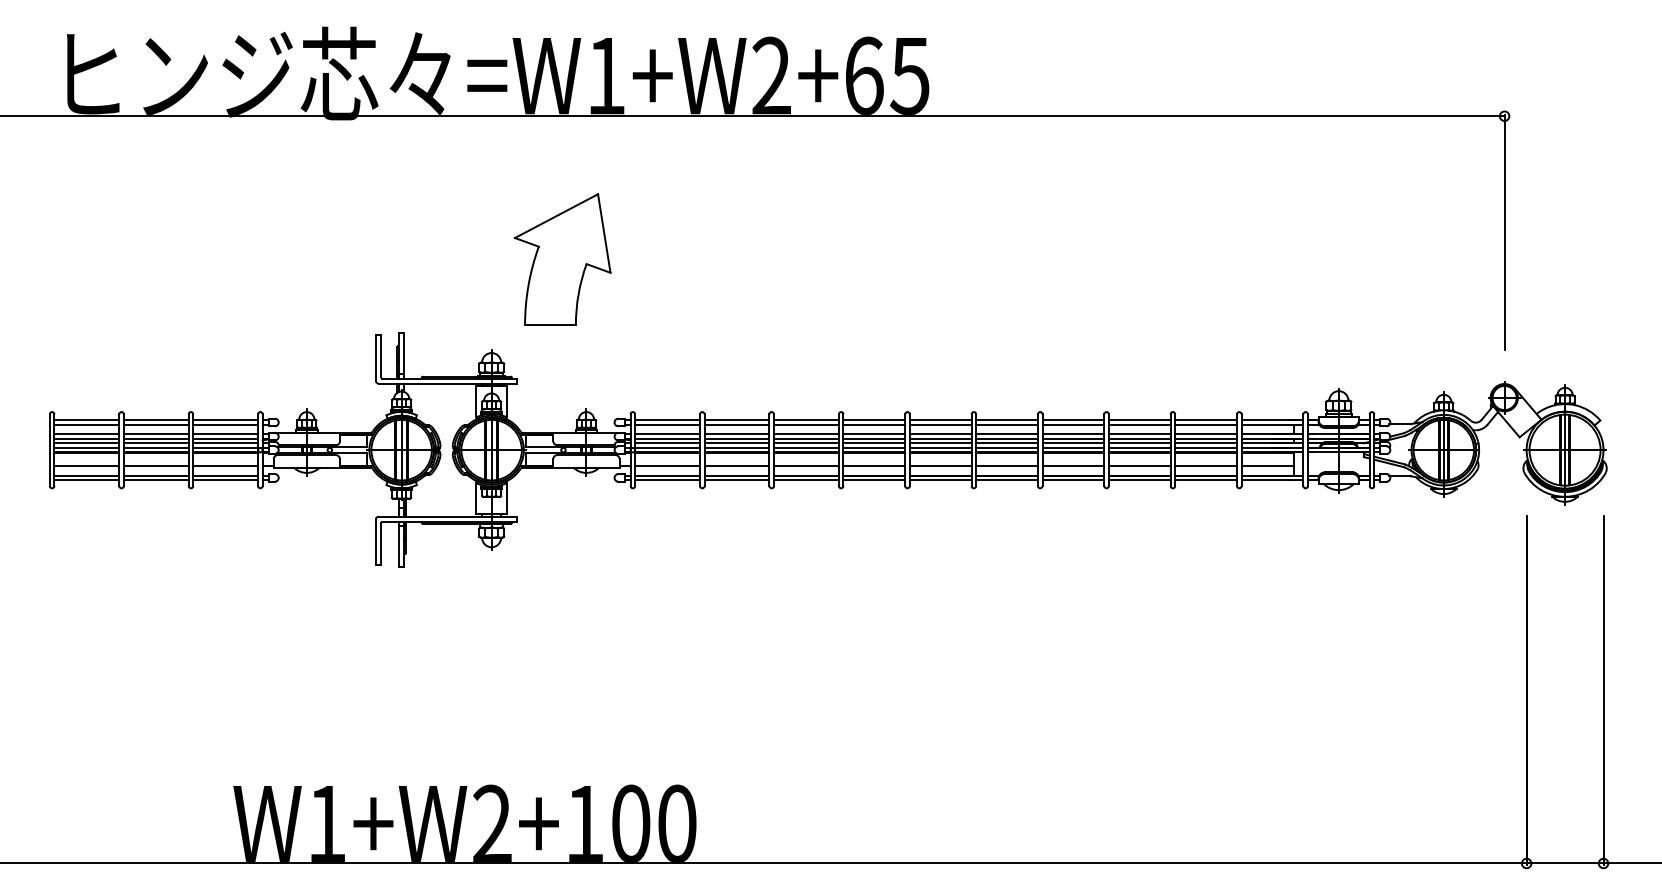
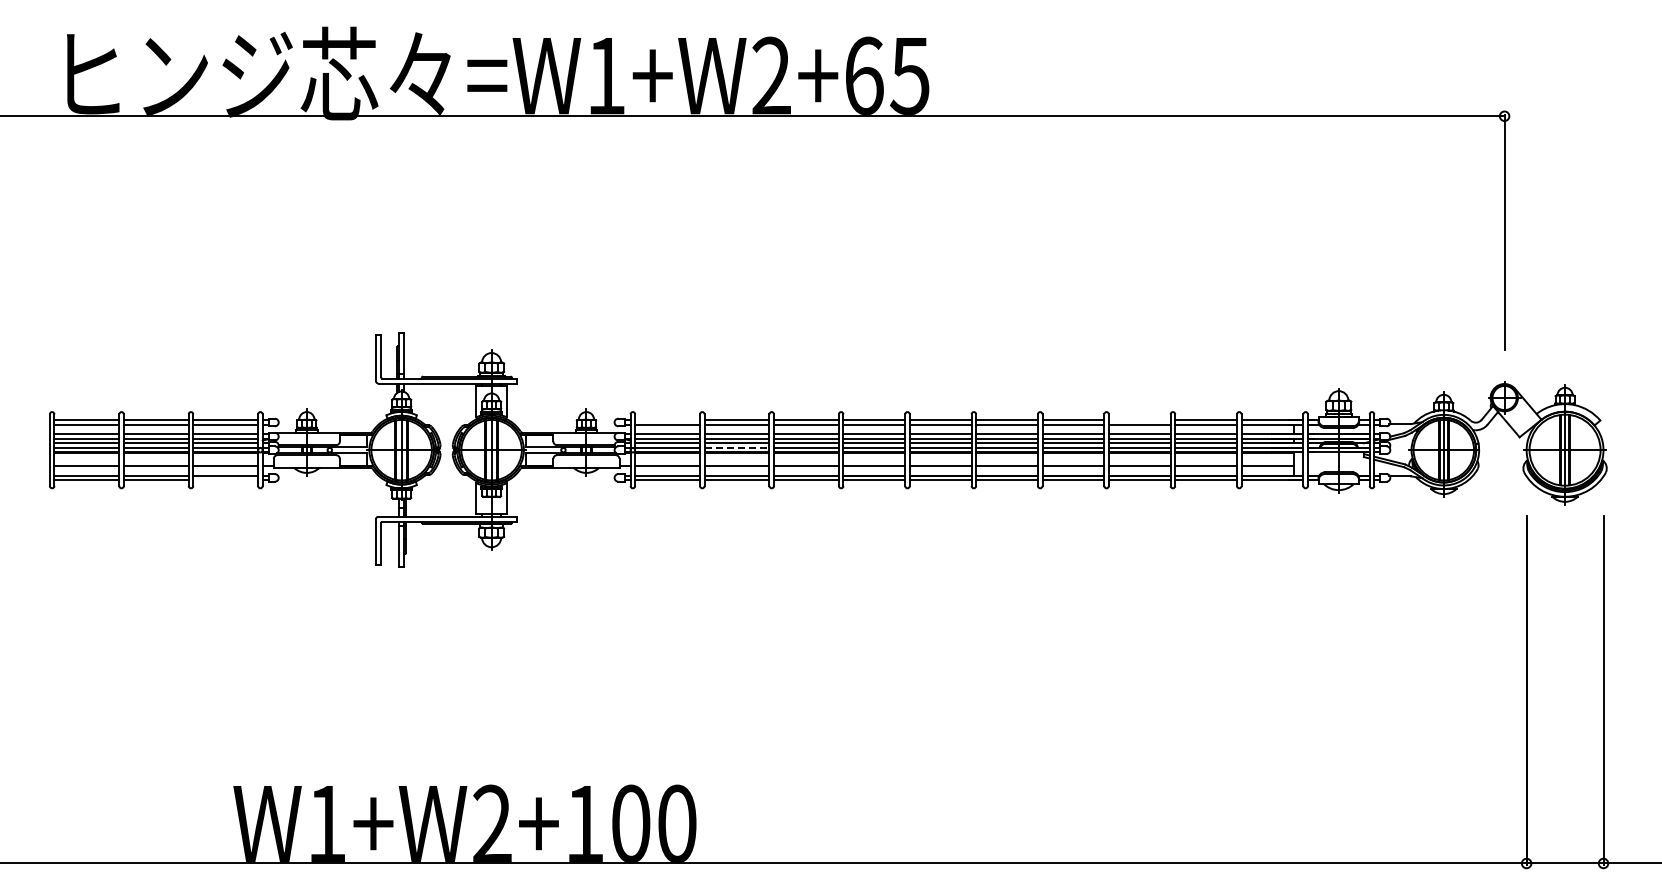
part at (562, 259): present -> none
line at (667, 420): present -> none
line at (1139, 420): present -> none
line at (737, 447): solid -> dashed
line at (225, 480): present -> none
